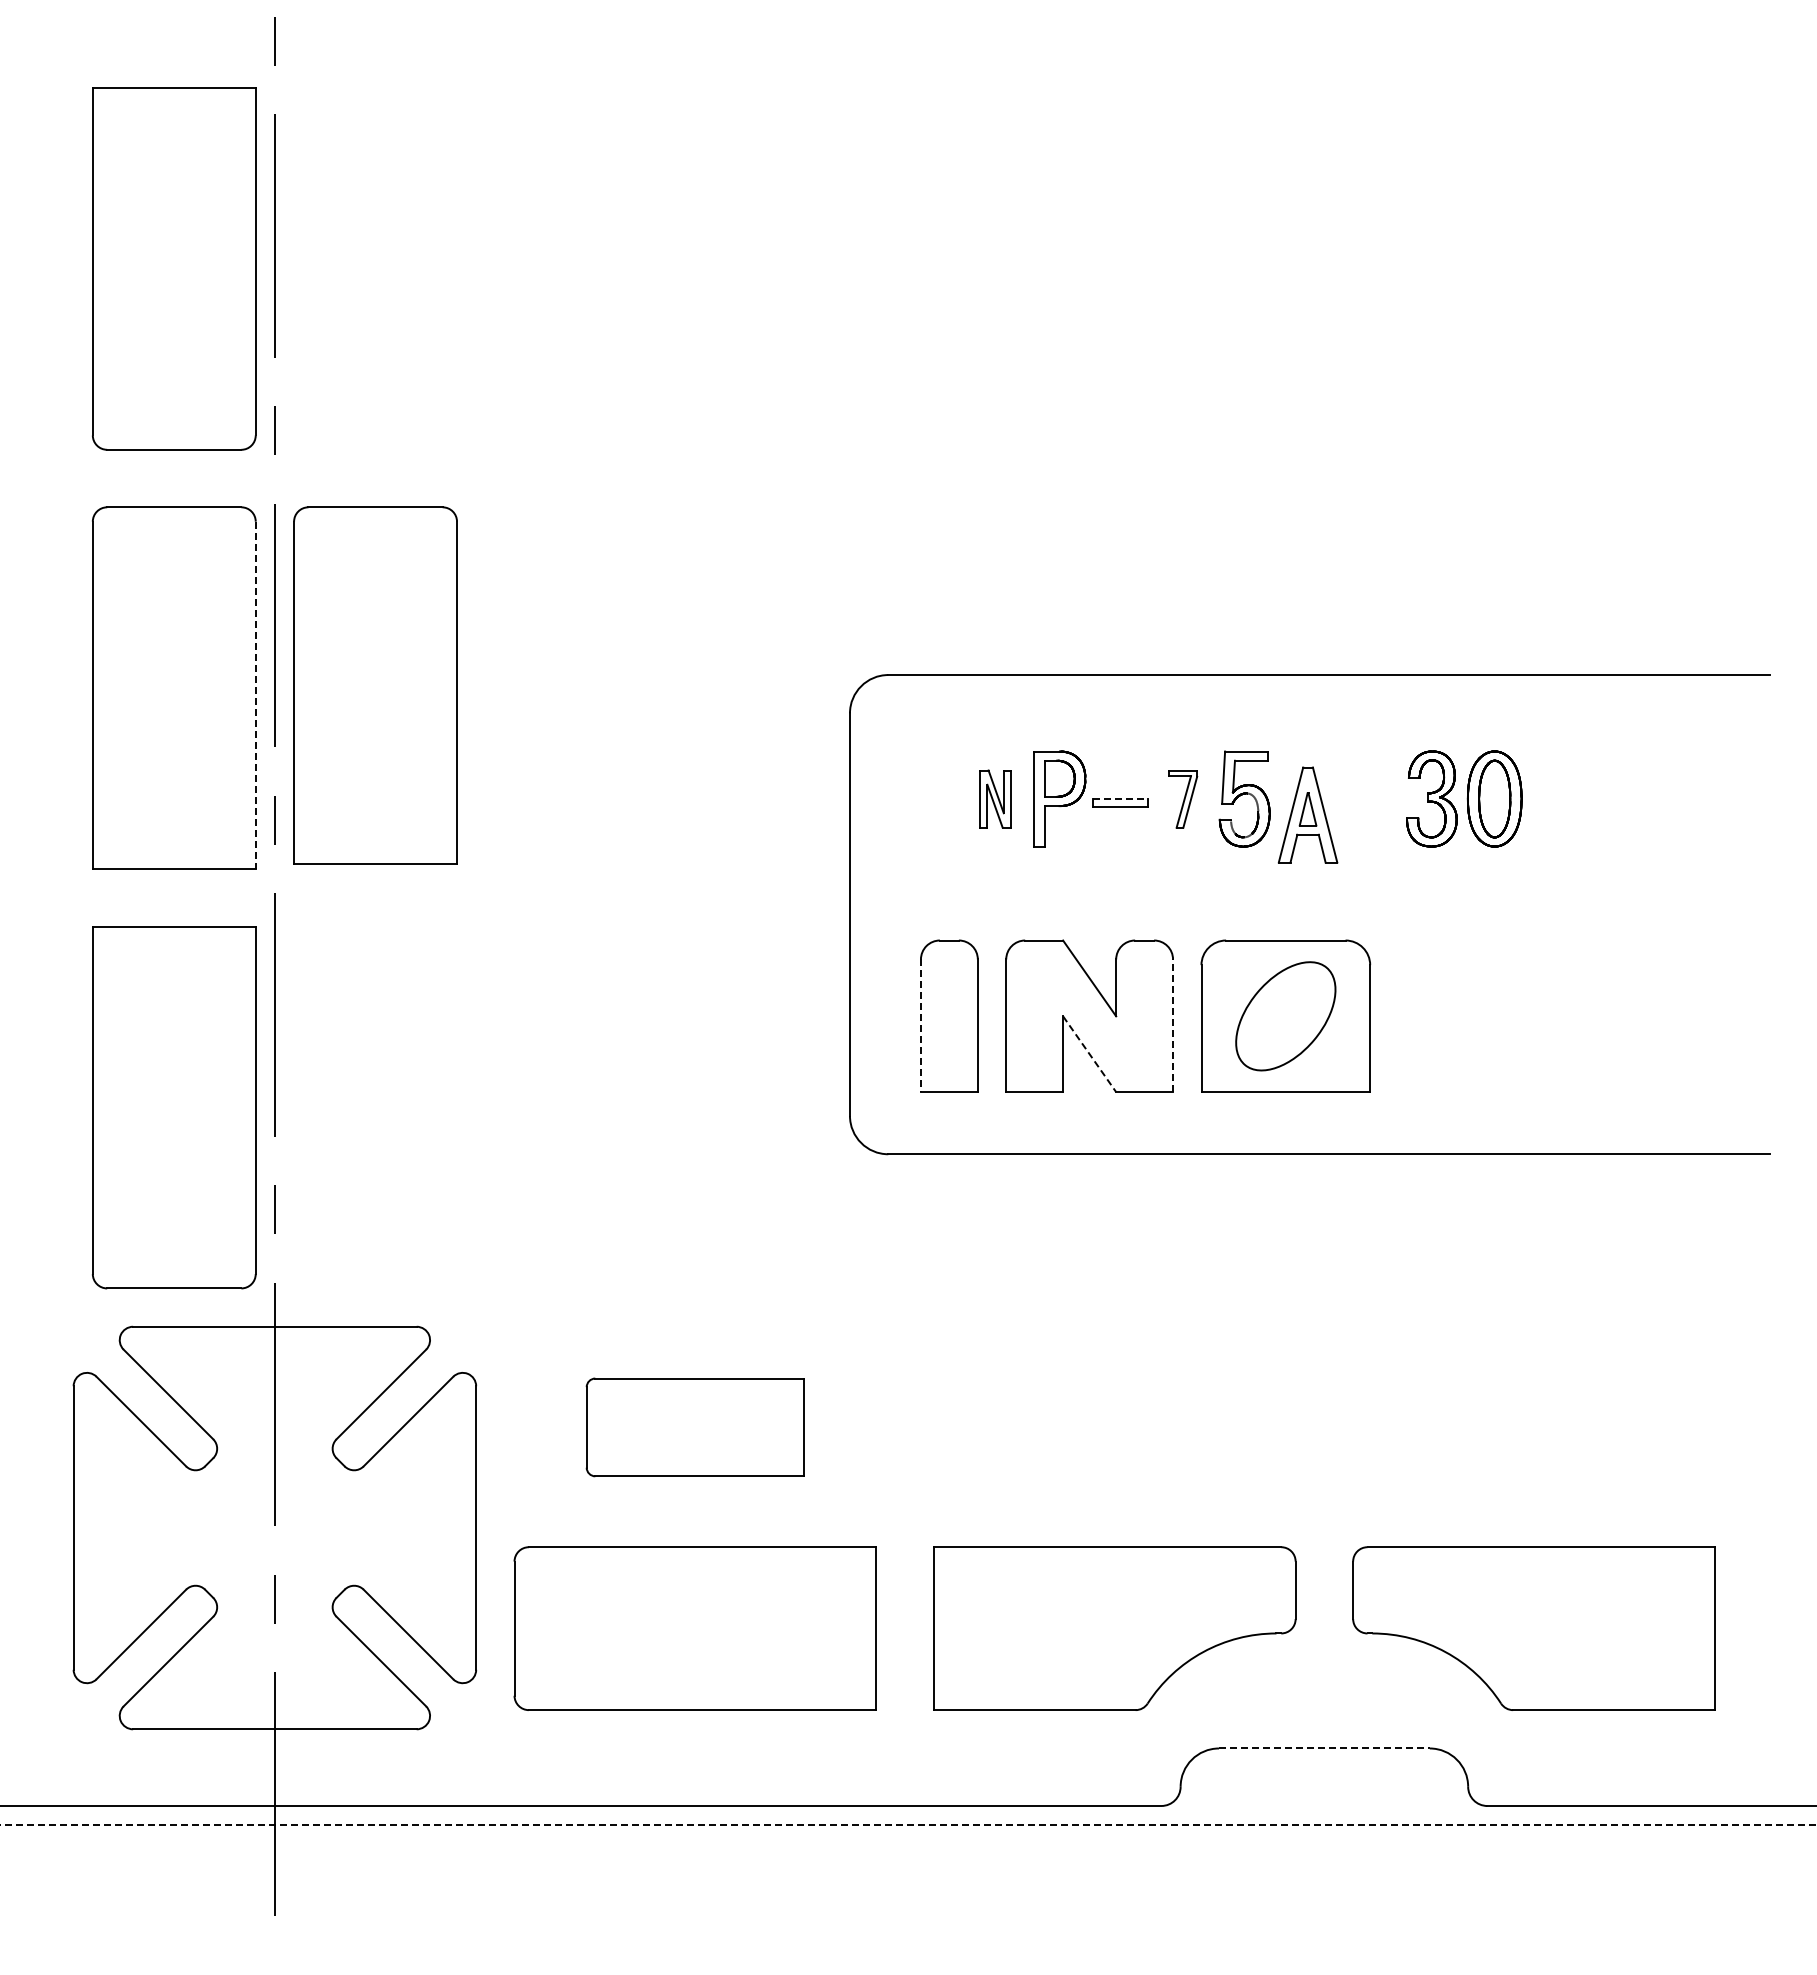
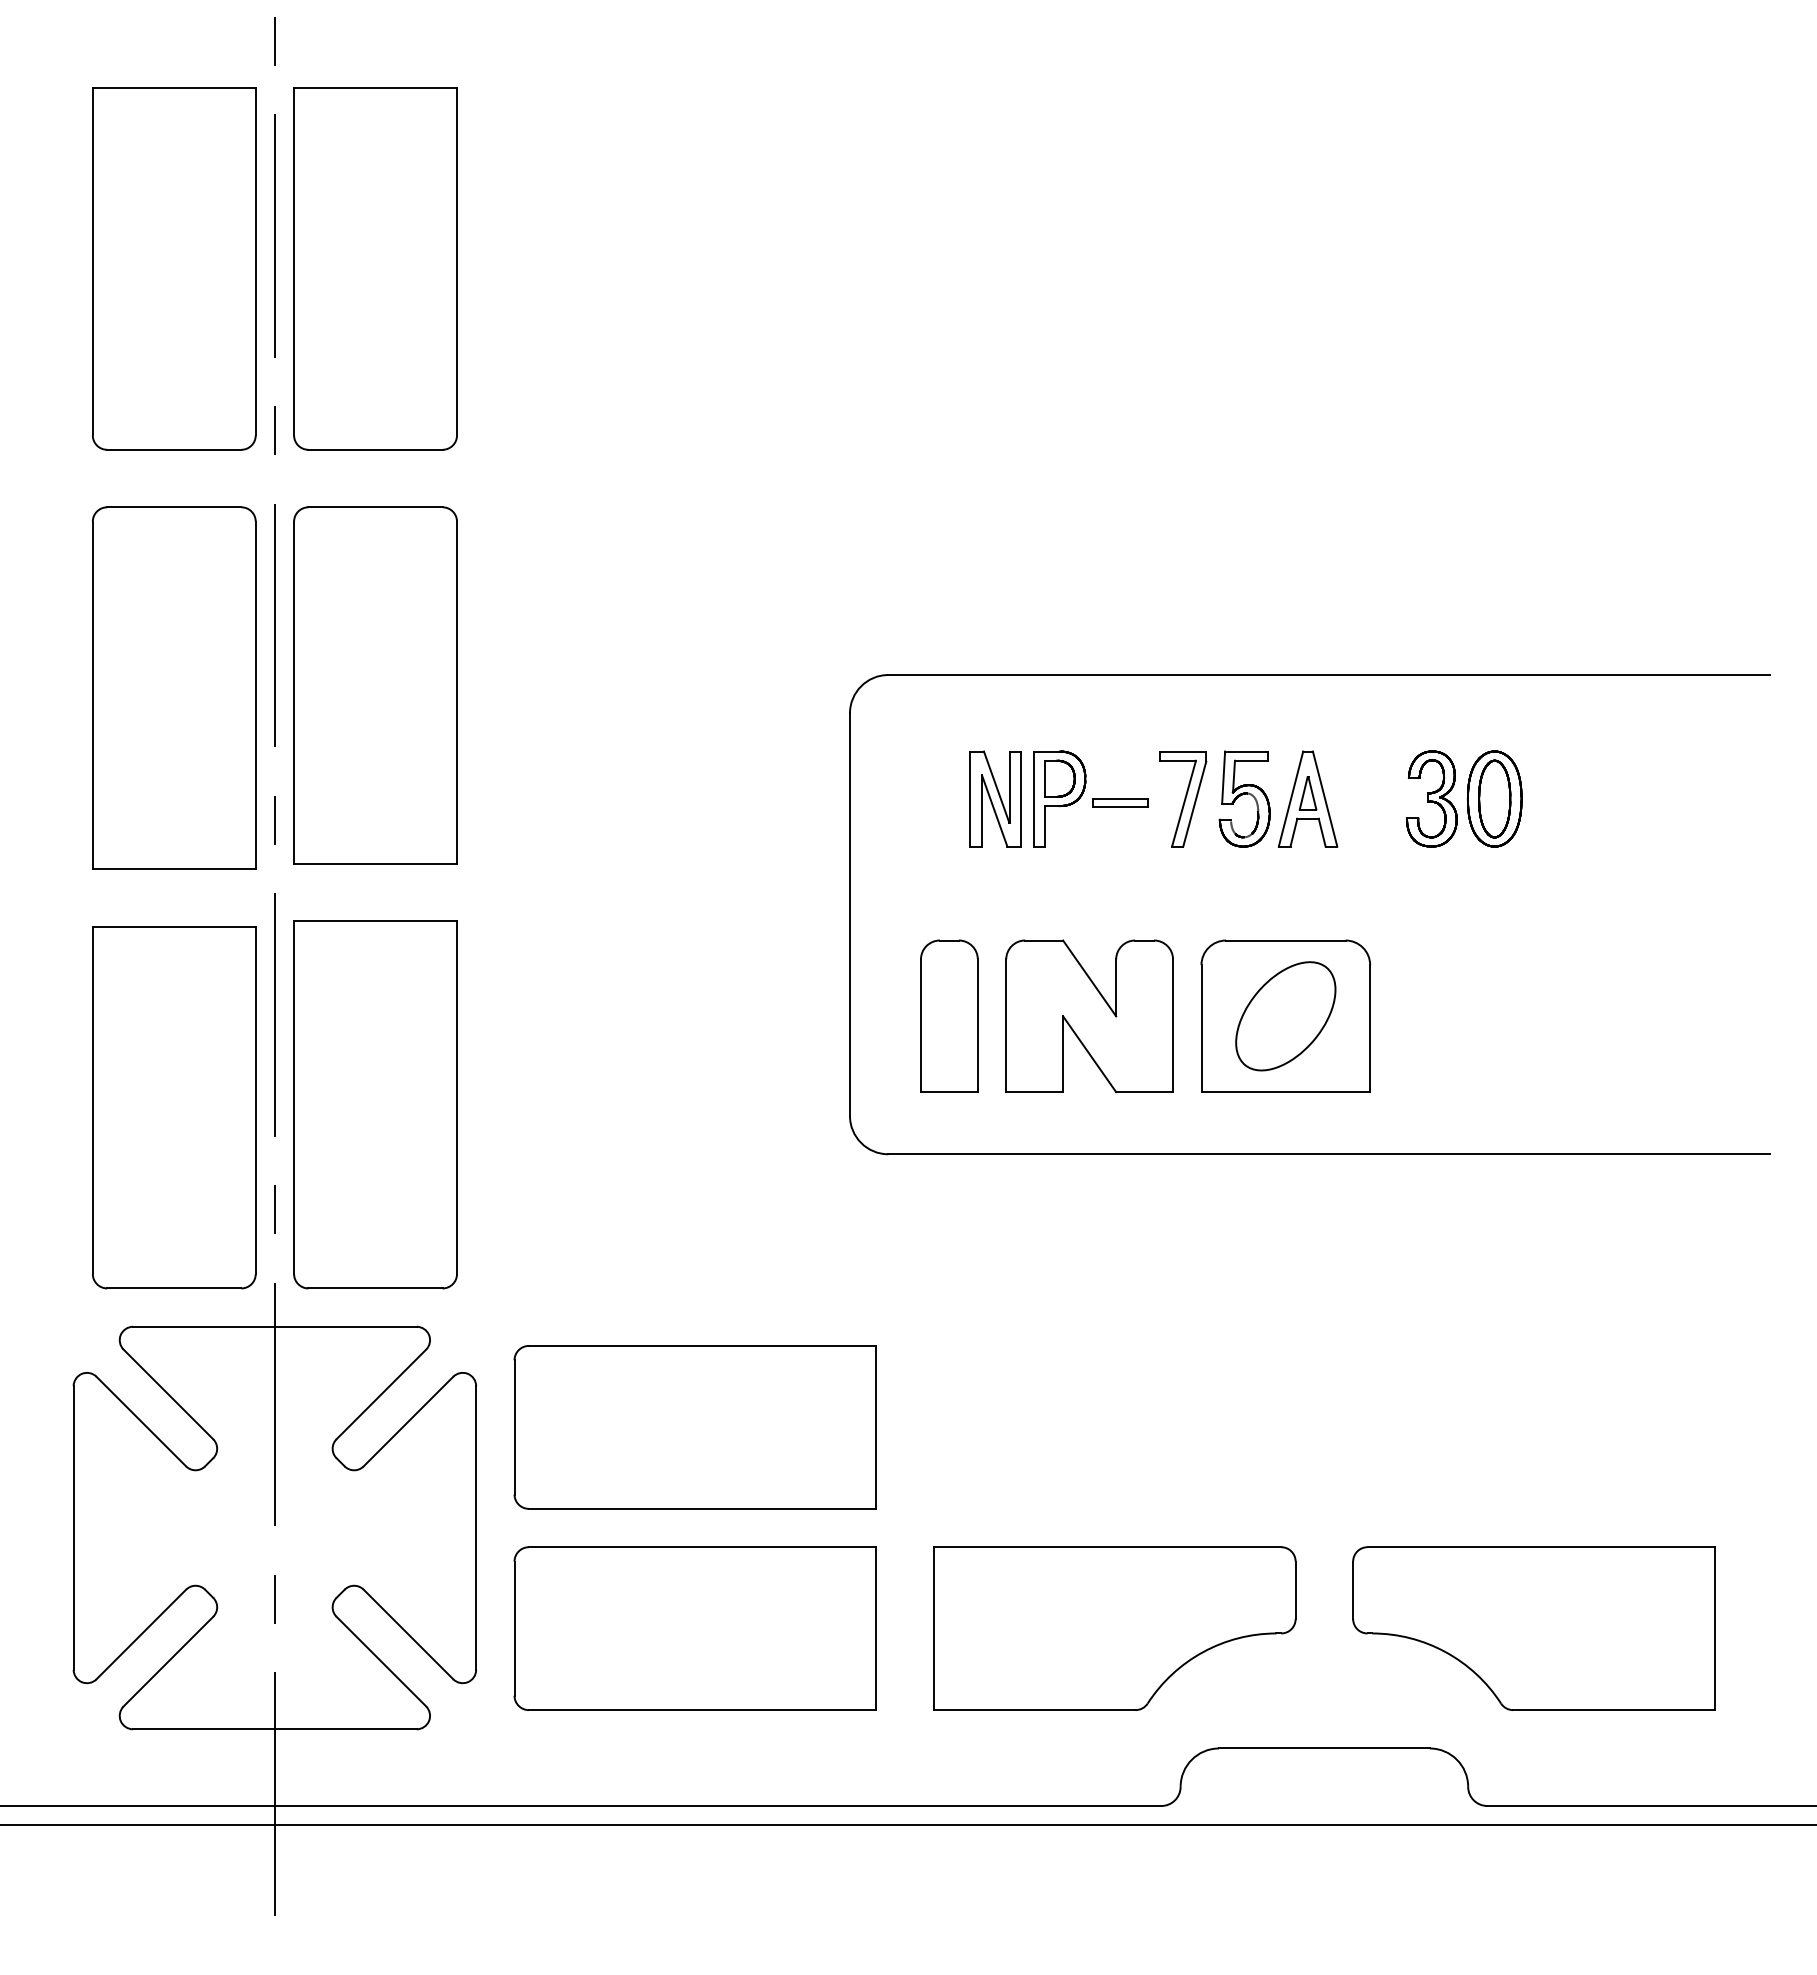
part at (375, 268): none -> present
line at (255, 695): dashed -> solid
part at (995, 798) size: 33x60 px -> 53x98 px
line at (1120, 798): dashed -> solid
part at (1183, 799) size: 31x59 px -> 49x97 px
part at (1307, 814) position: (1307, 814) -> (1307, 798)
line at (1173, 1025): dashed -> solid
line at (920, 1026): dashed -> solid
line at (1089, 1054): dashed -> solid
part at (375, 1104): none -> present
part at (694, 1427) size: 220x101 px -> 364x165 px
line at (1324, 1748): dashed -> solid
line at (908, 1825): dashed -> solid
